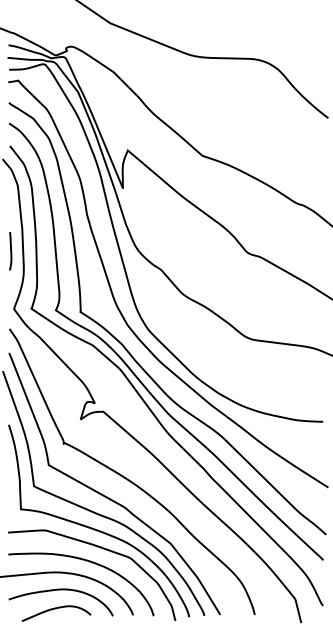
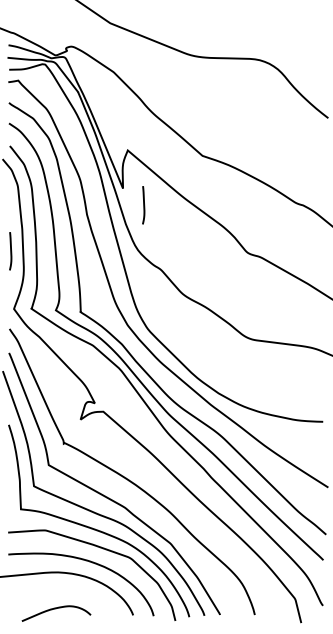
line at (143, 205): none -> present
curve at (60, 590): present -> none
